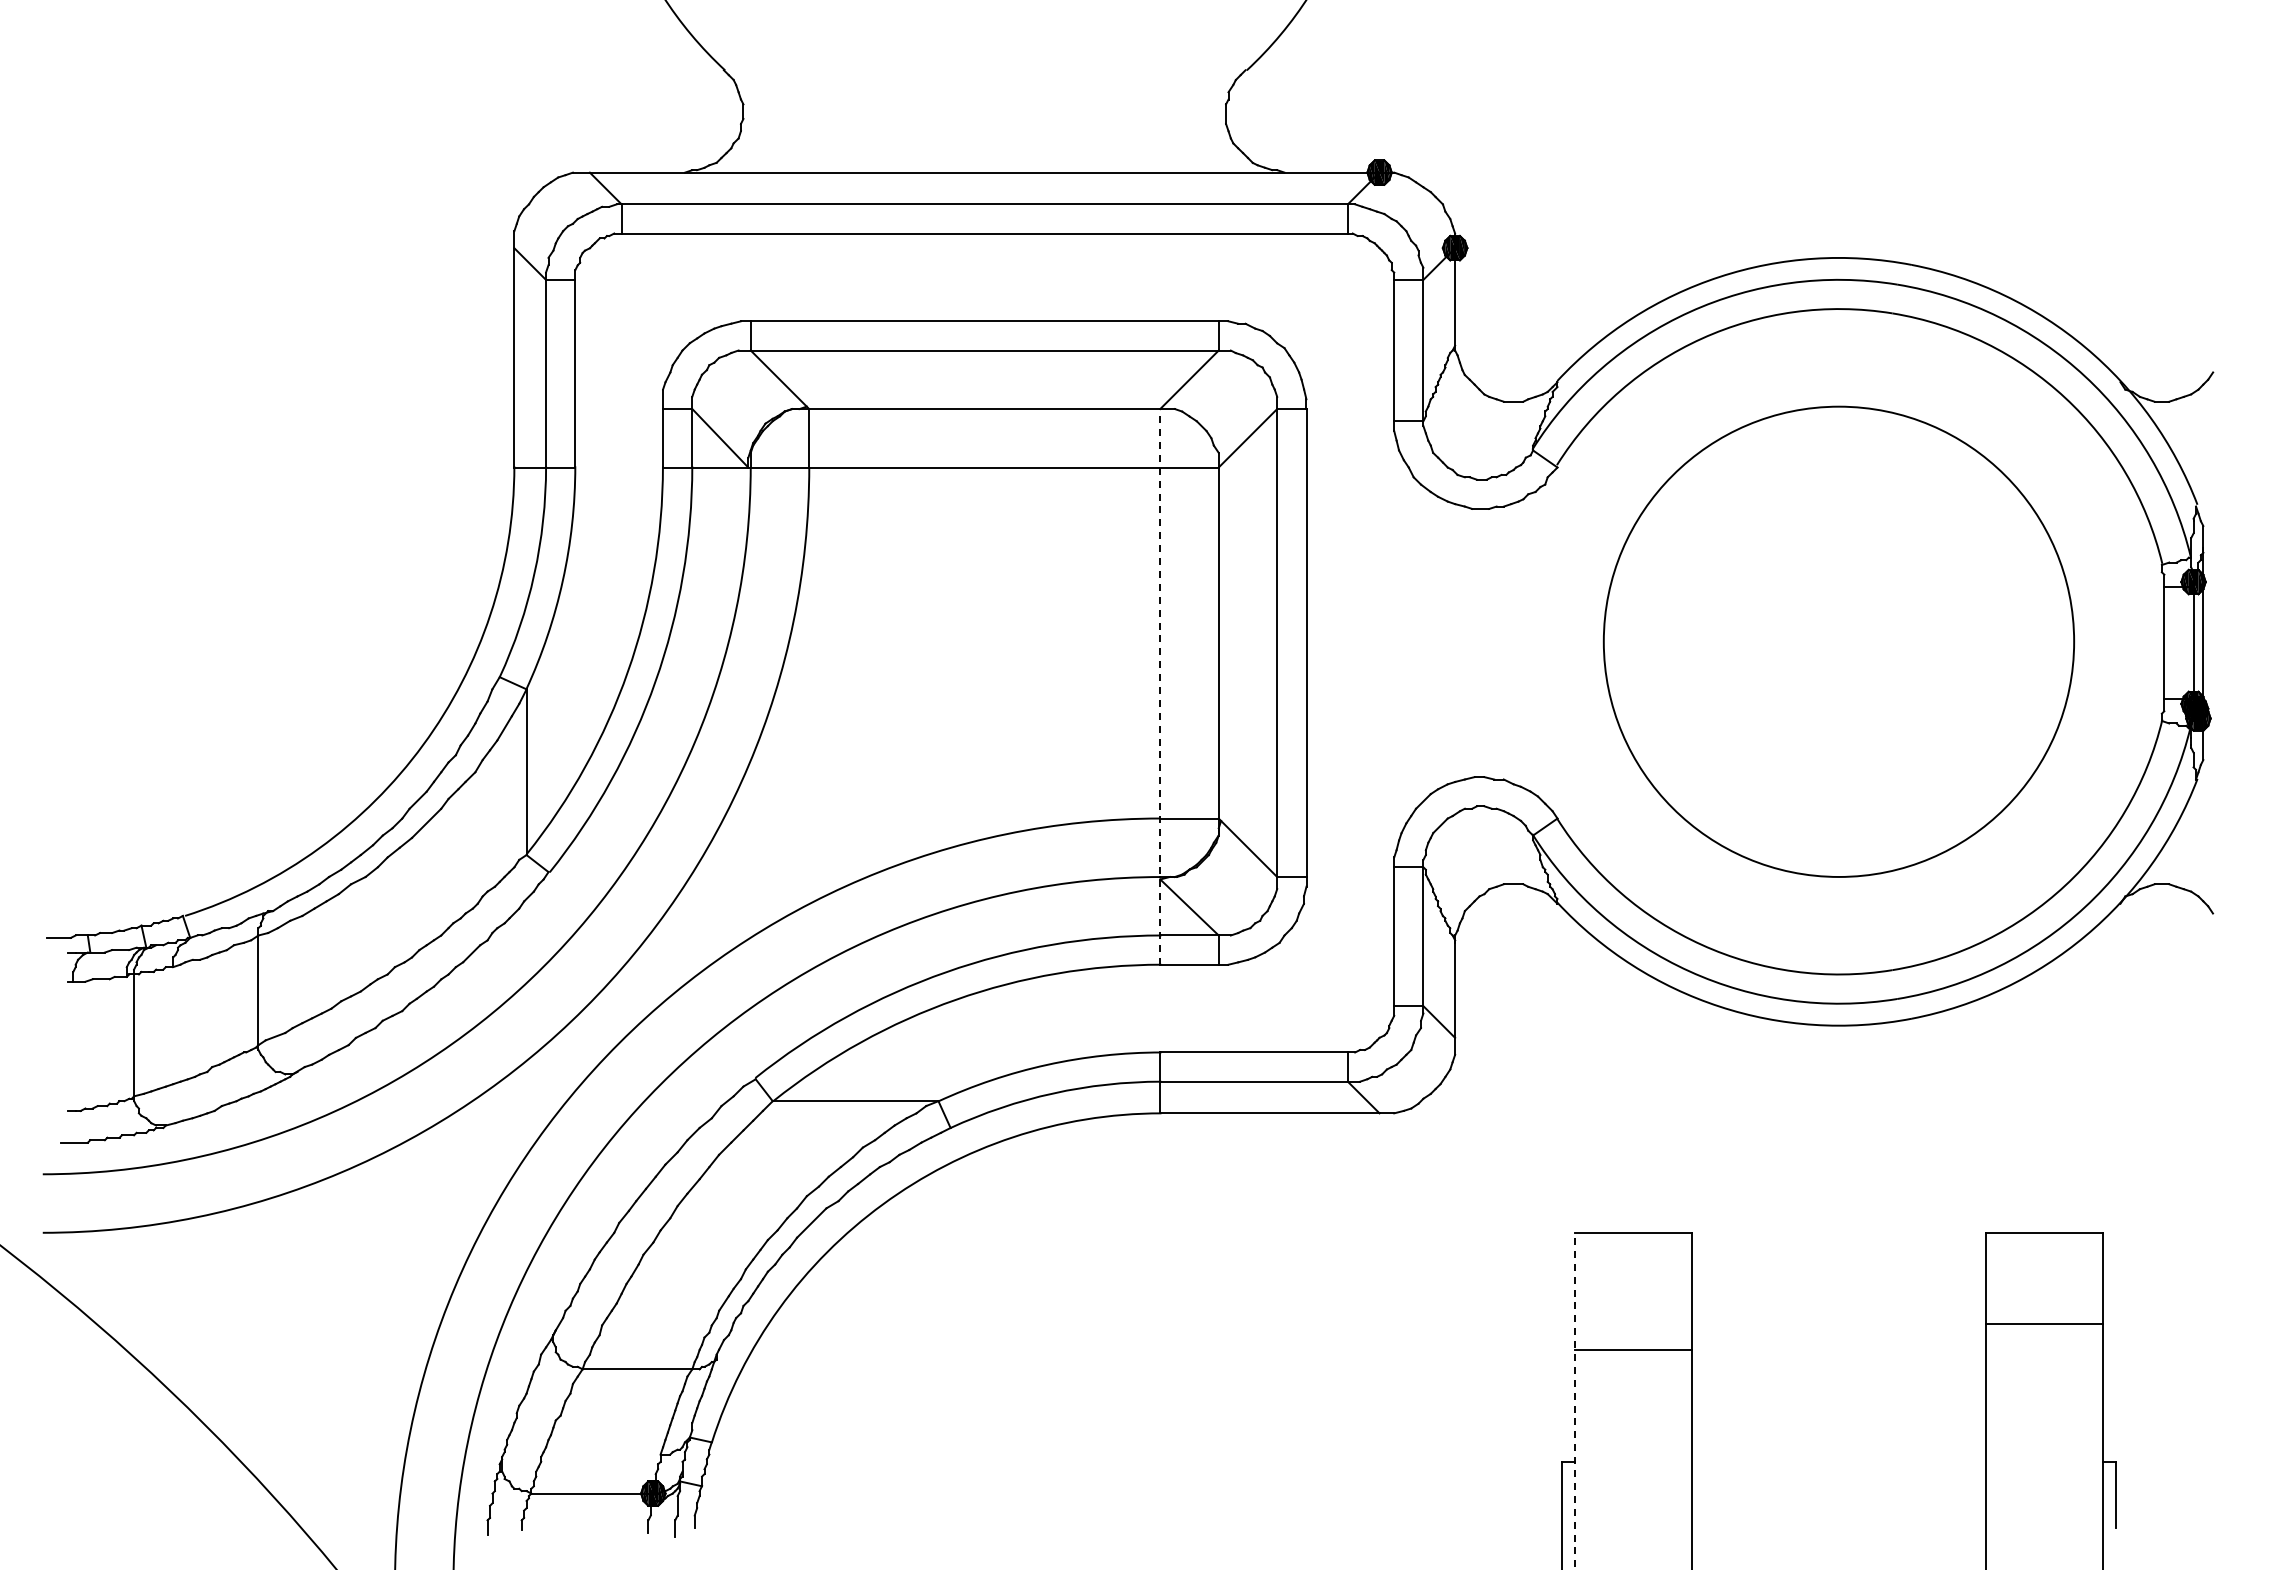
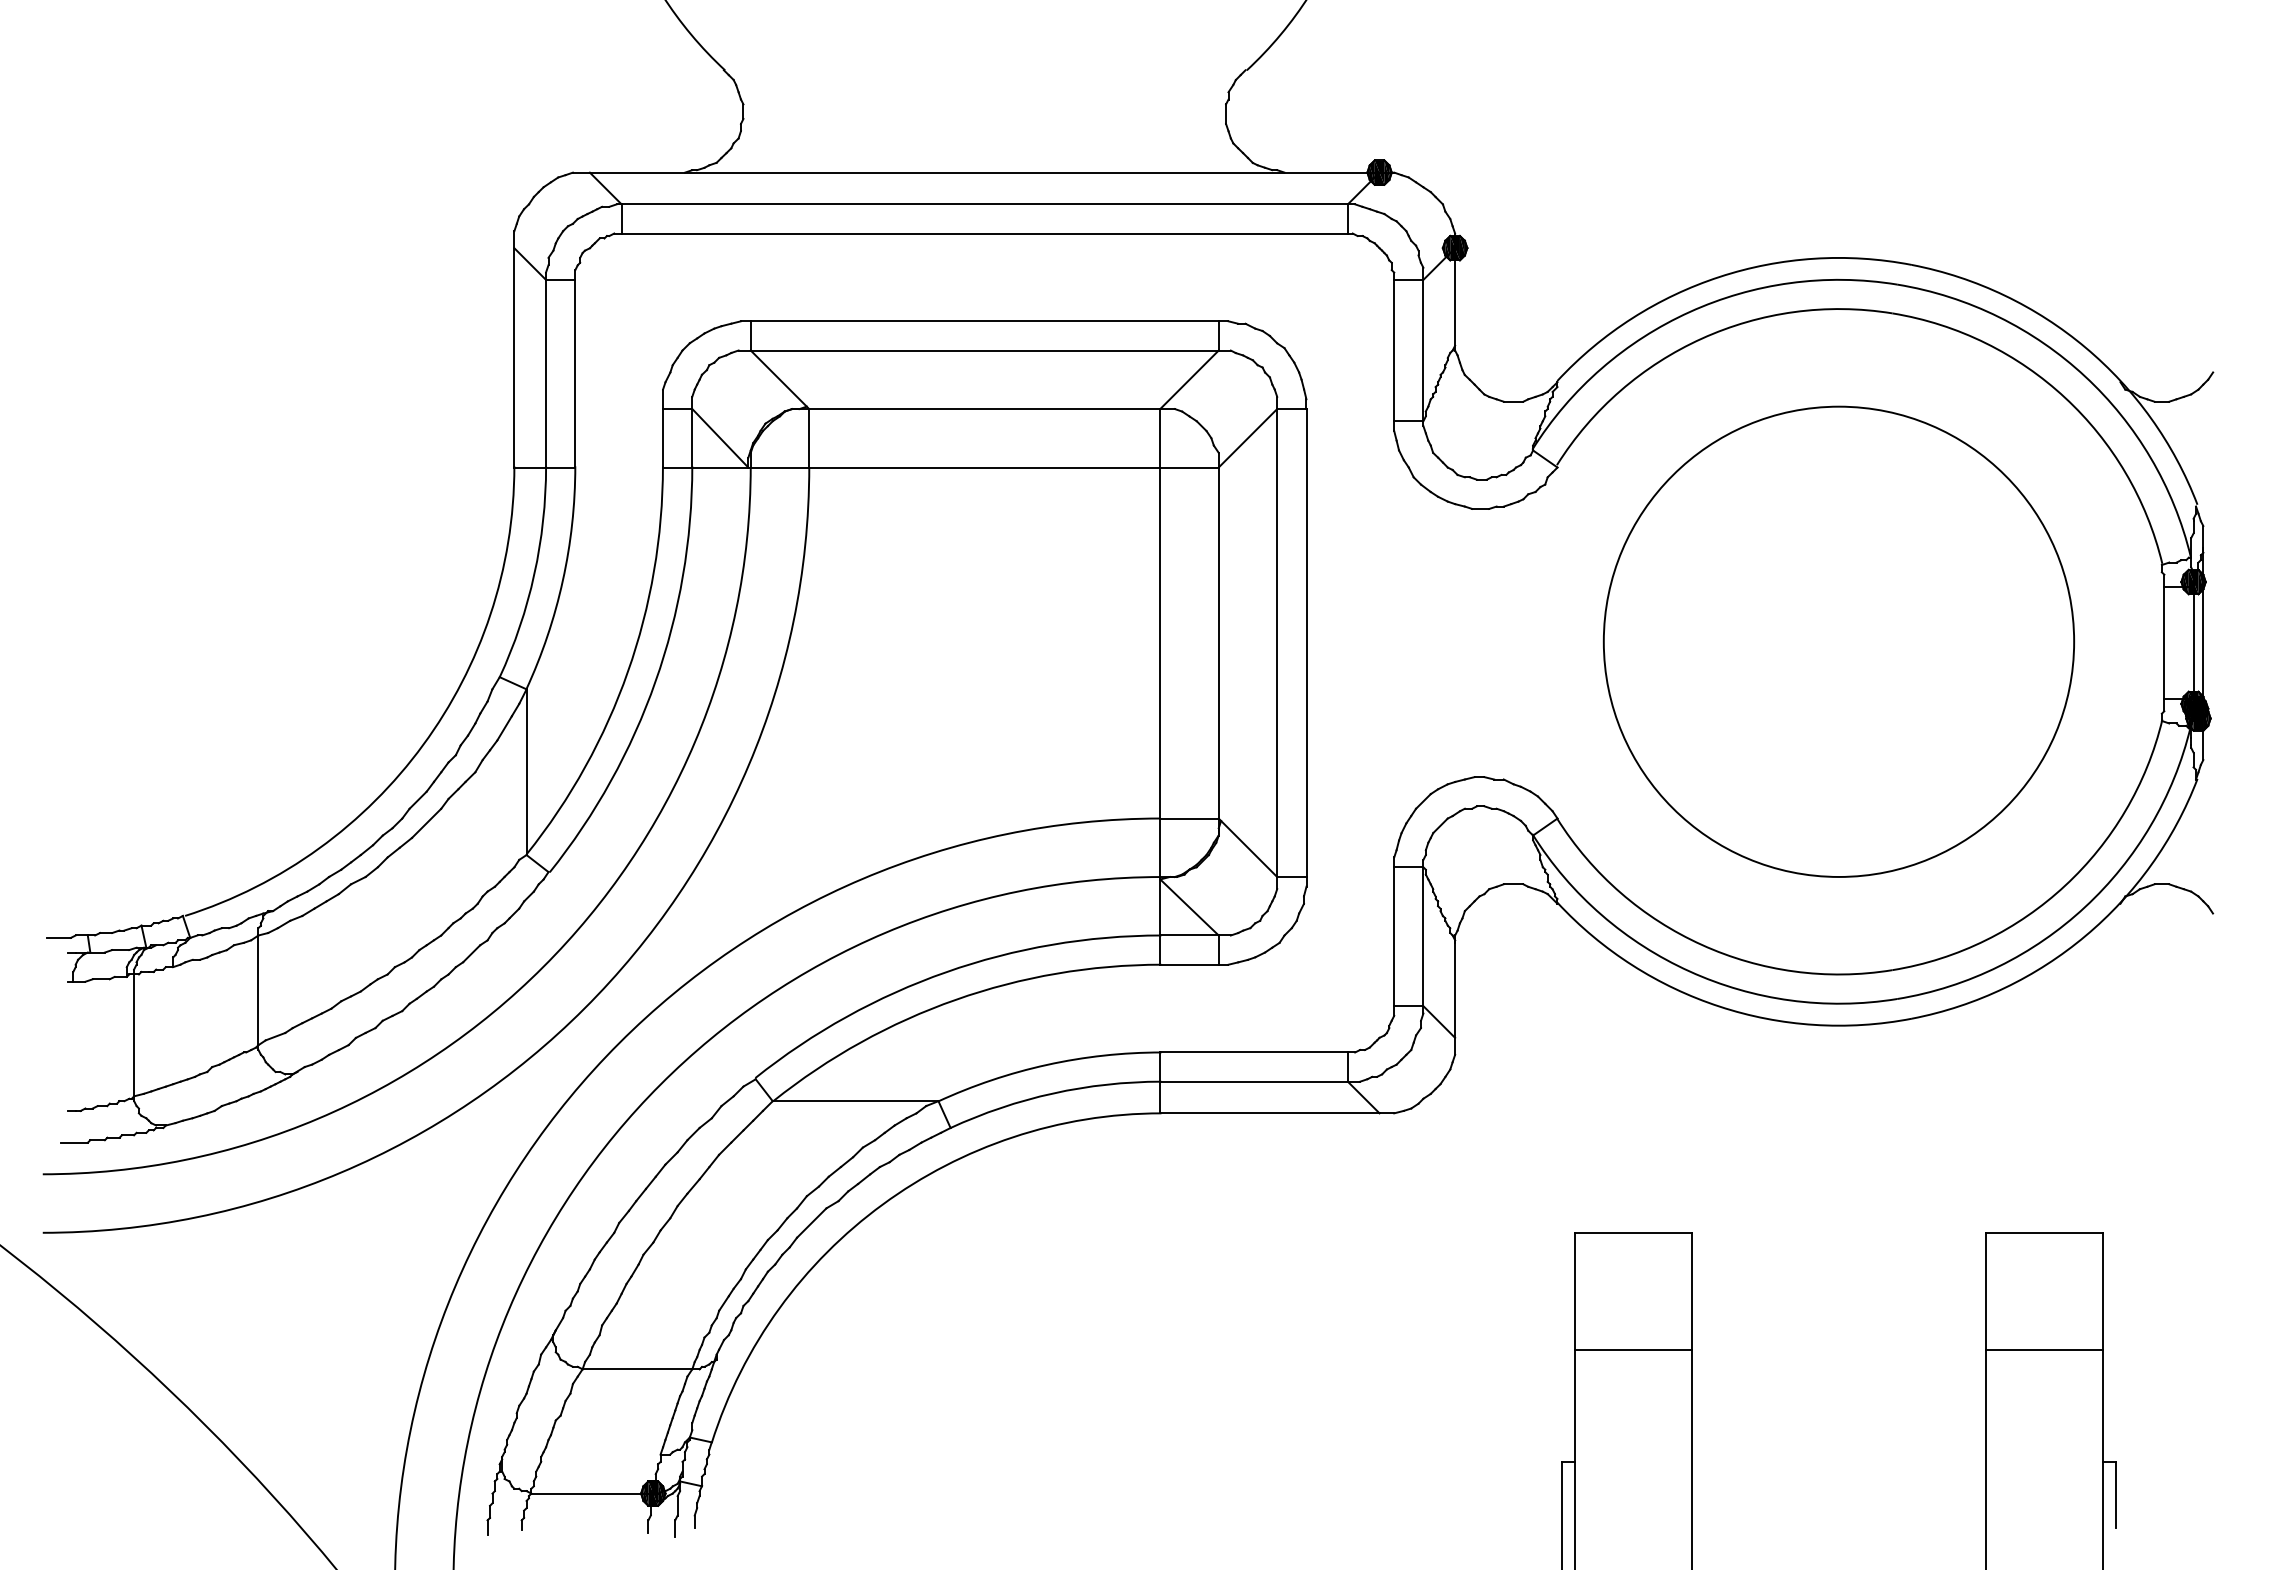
line at (1160, 686): dashed -> solid
line at (2044, 1323) position: (2044, 1323) -> (2044, 1349)
line at (1574, 1400): dashed -> solid
